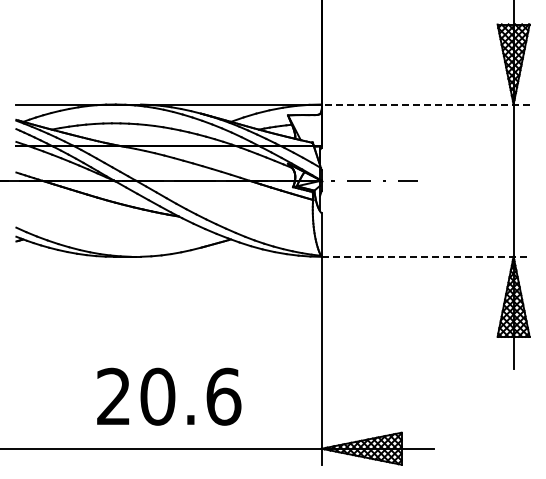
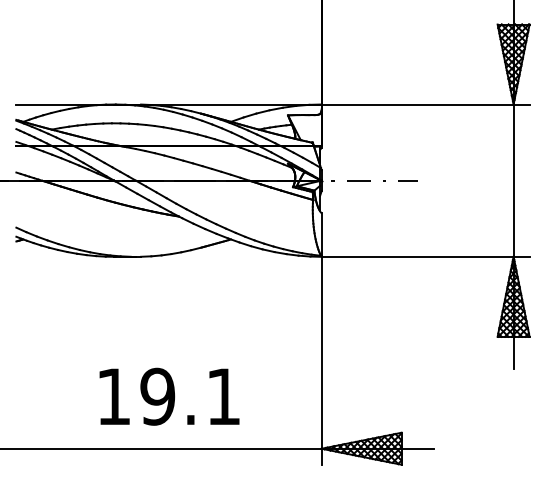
line at (425, 104): dashed -> solid
line at (425, 256): dashed -> solid
text at (169, 396): 20.6 -> 19.1
